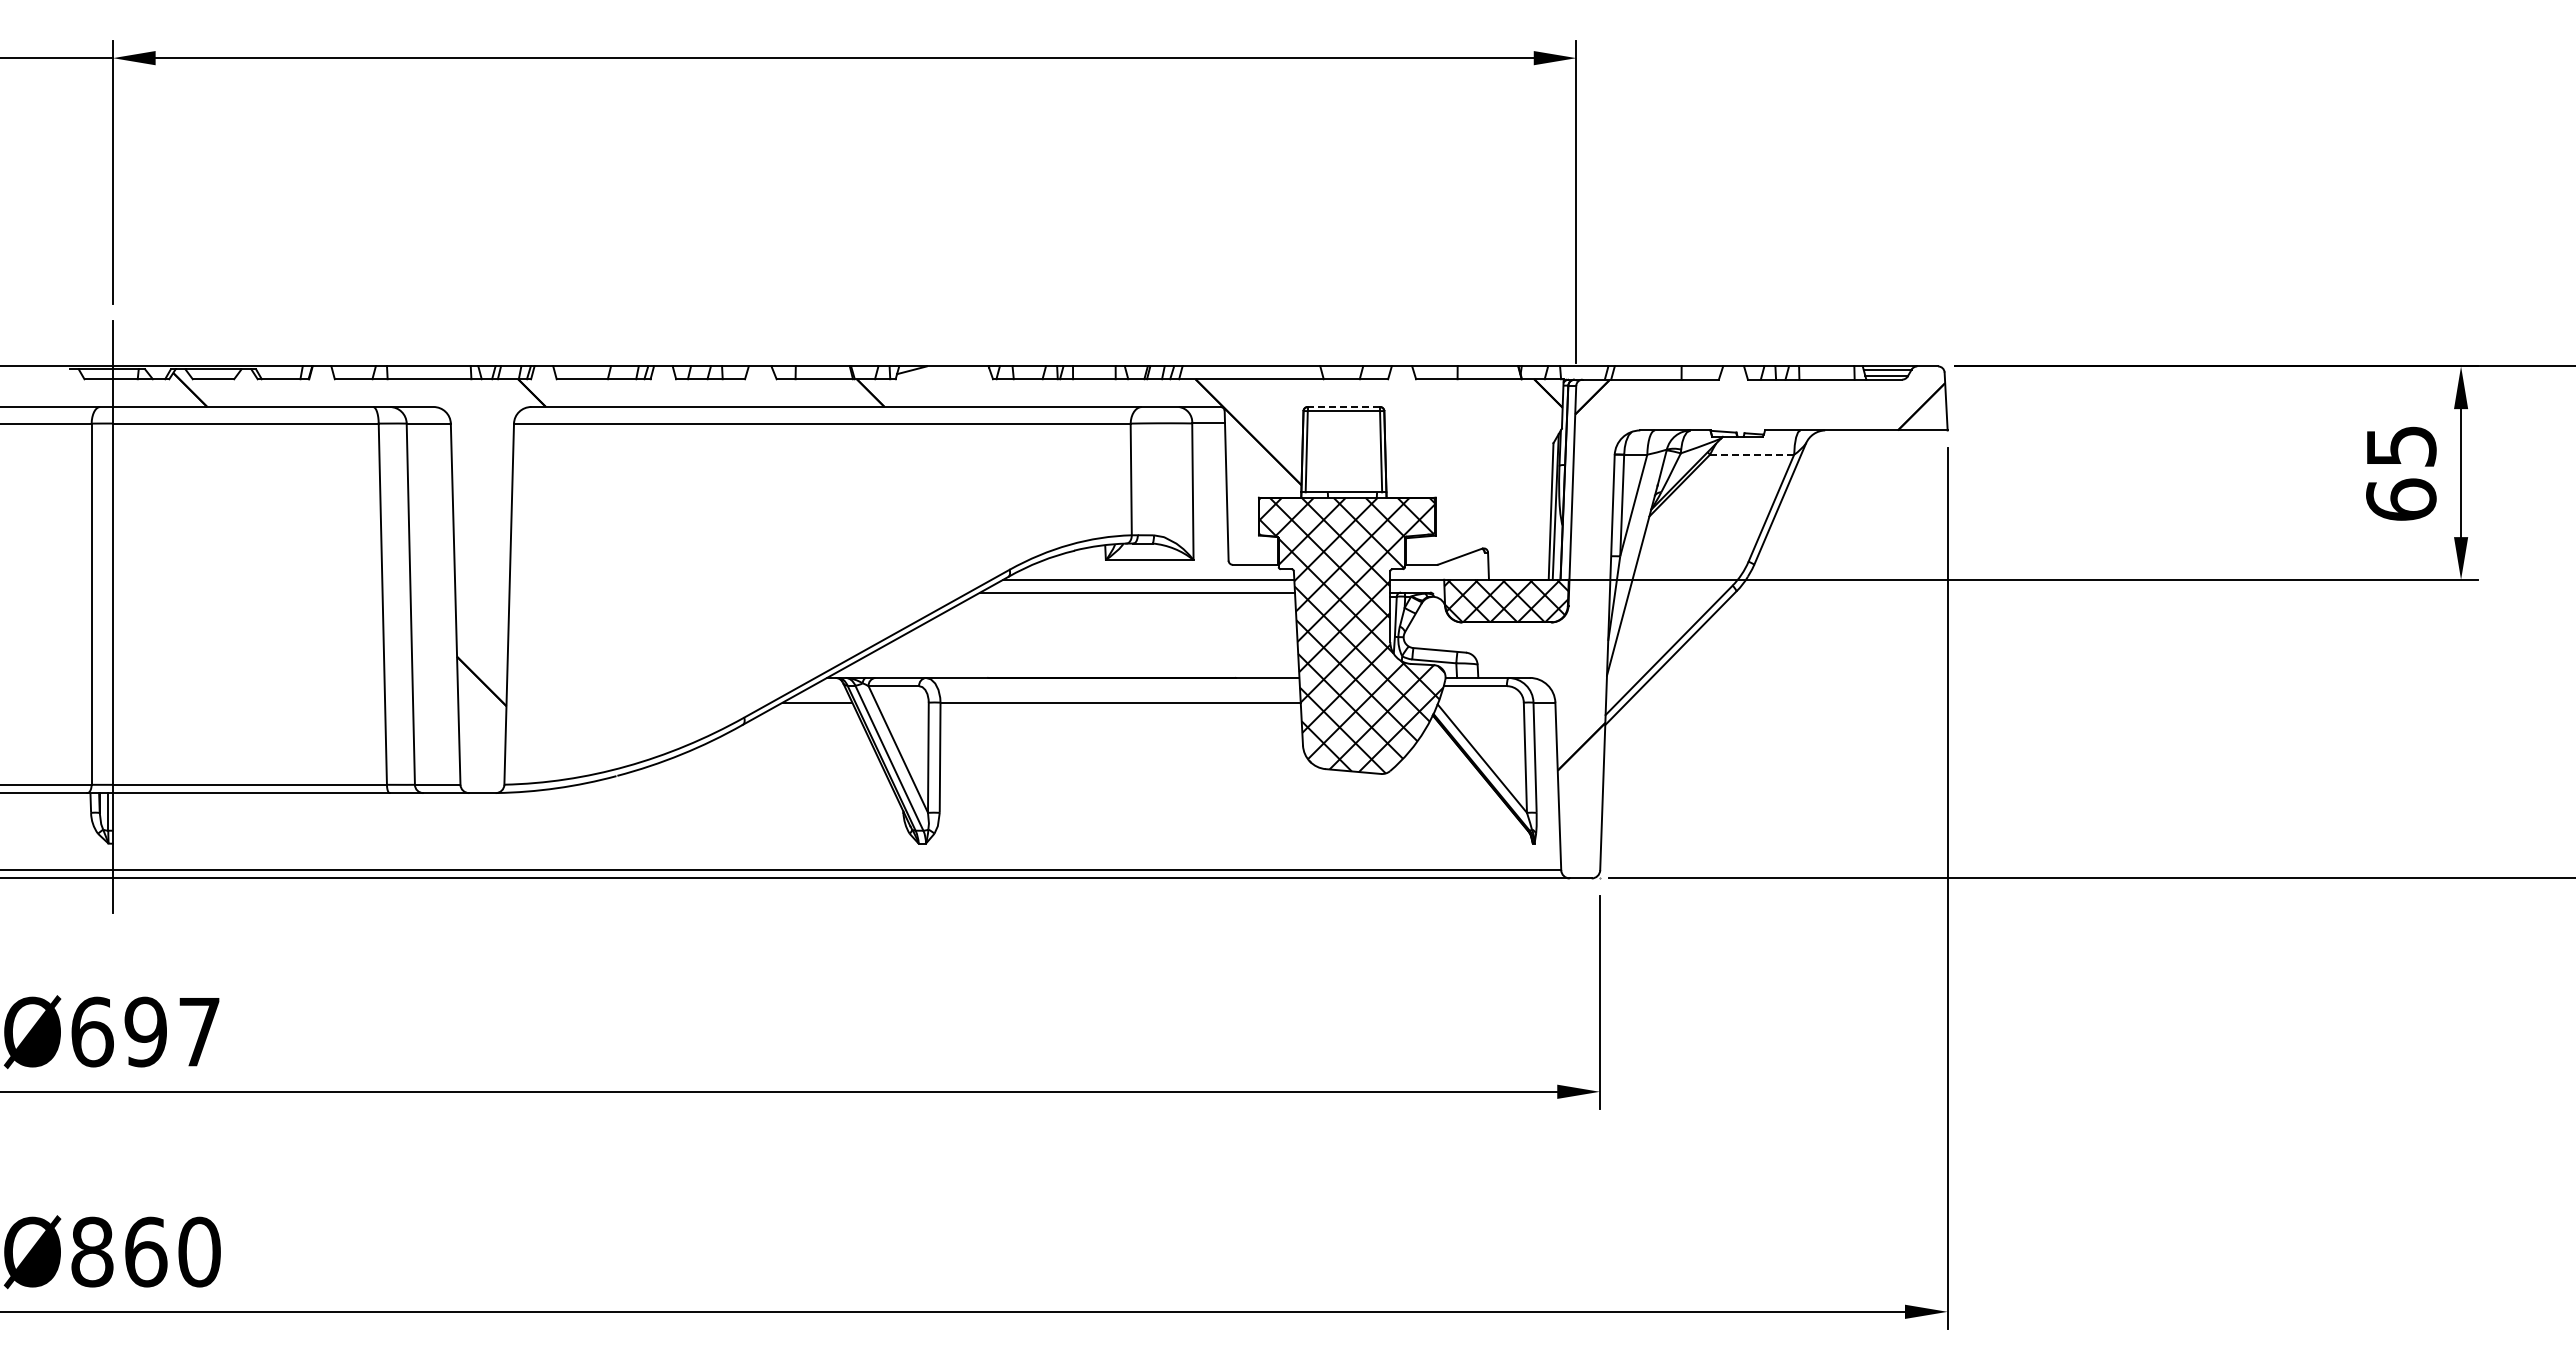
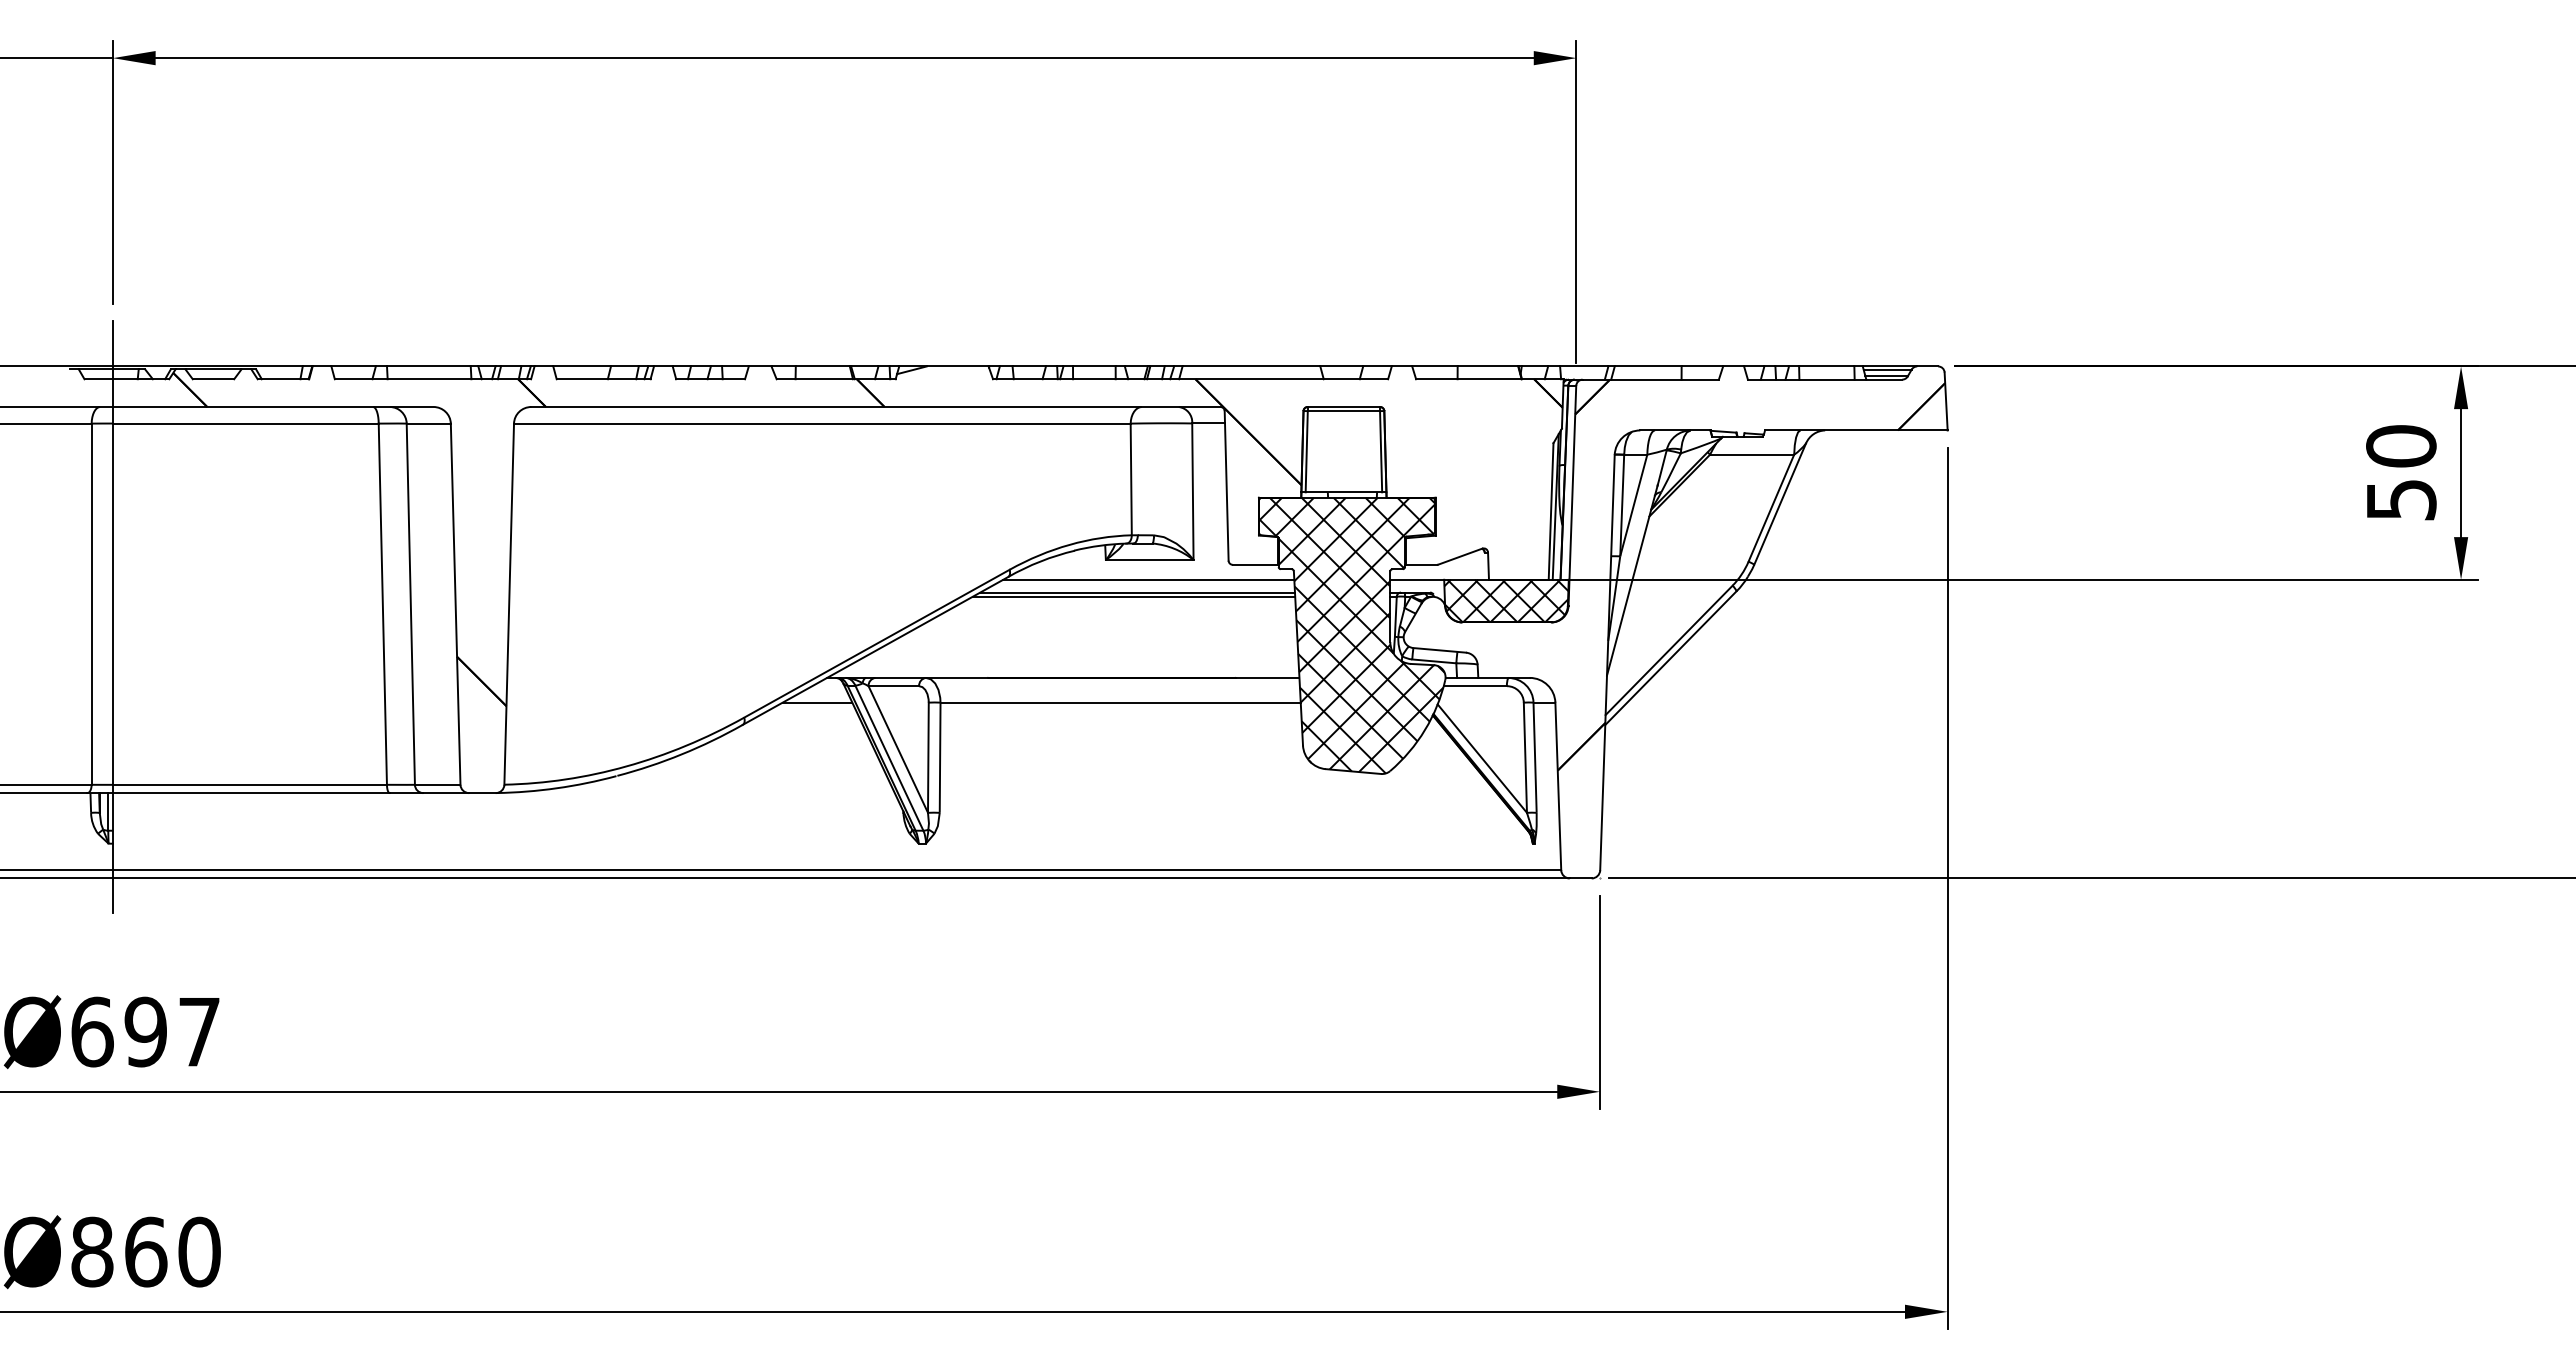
line at (1343, 406): dashed -> solid
line at (1751, 454): dashed -> solid
text at (2401, 472): 65 -> 50
line at (1134, 596): none -> present
